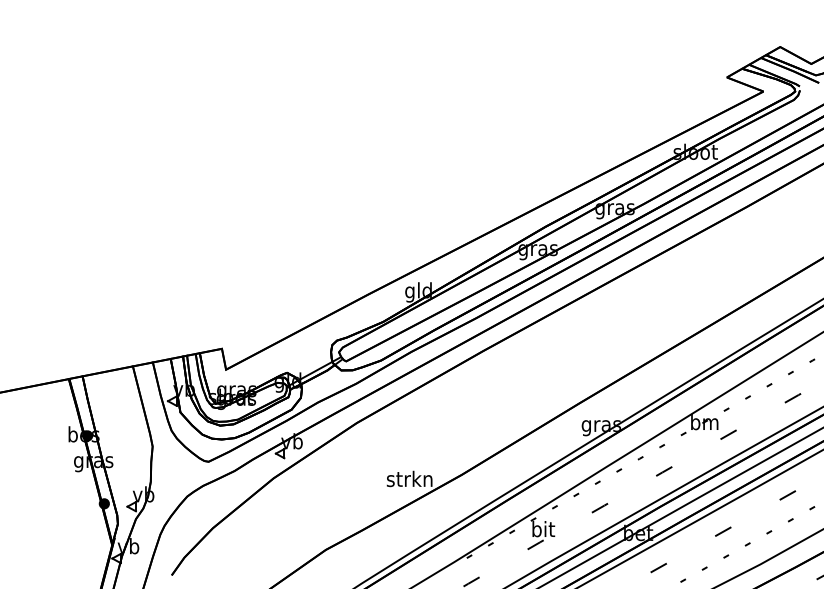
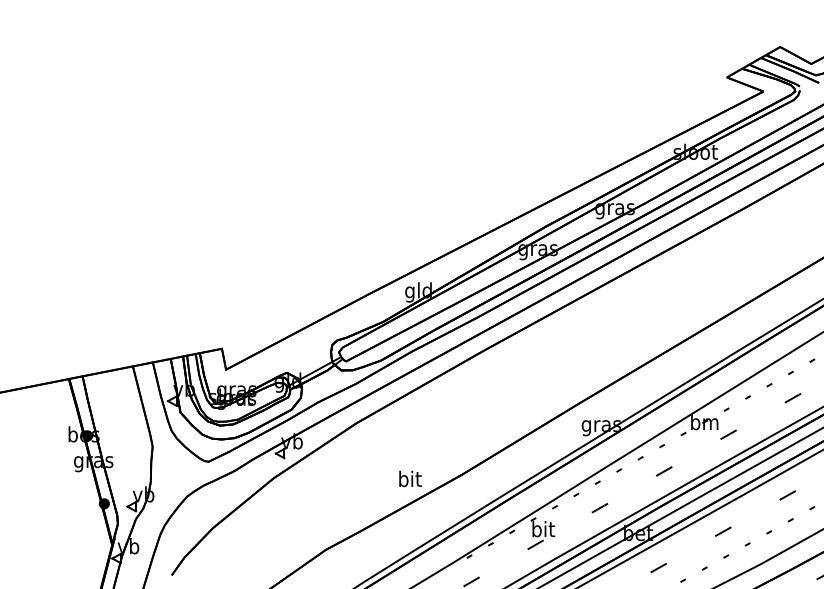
text at (409, 478): strkn -> bit
